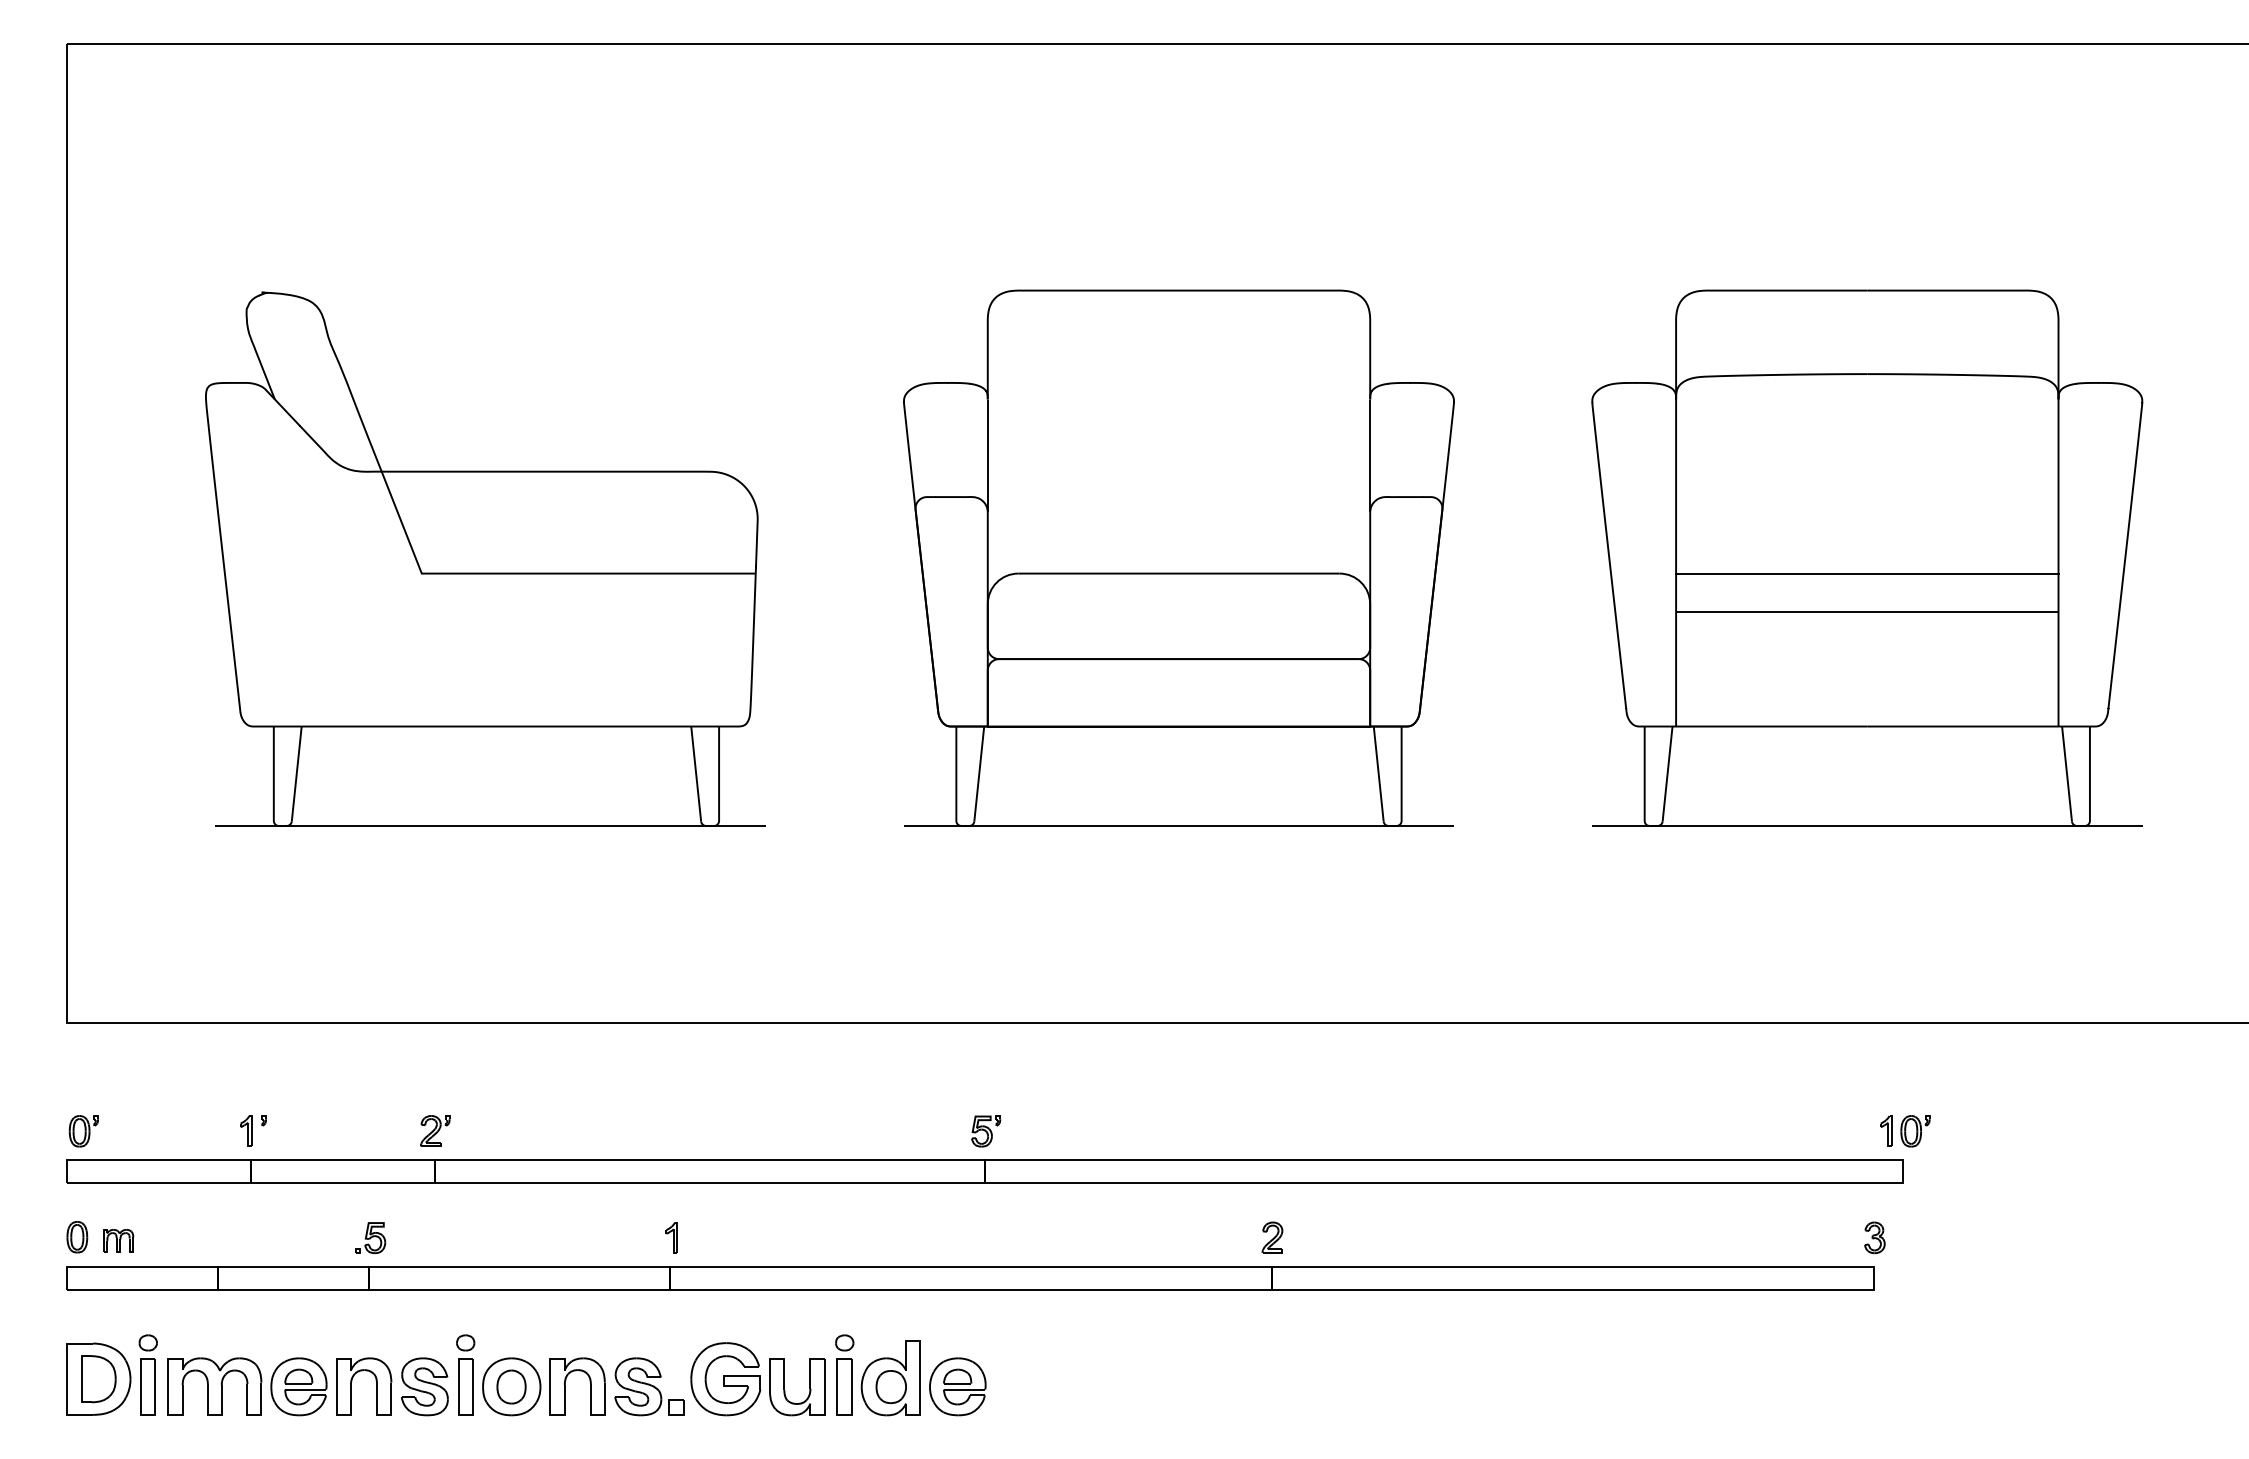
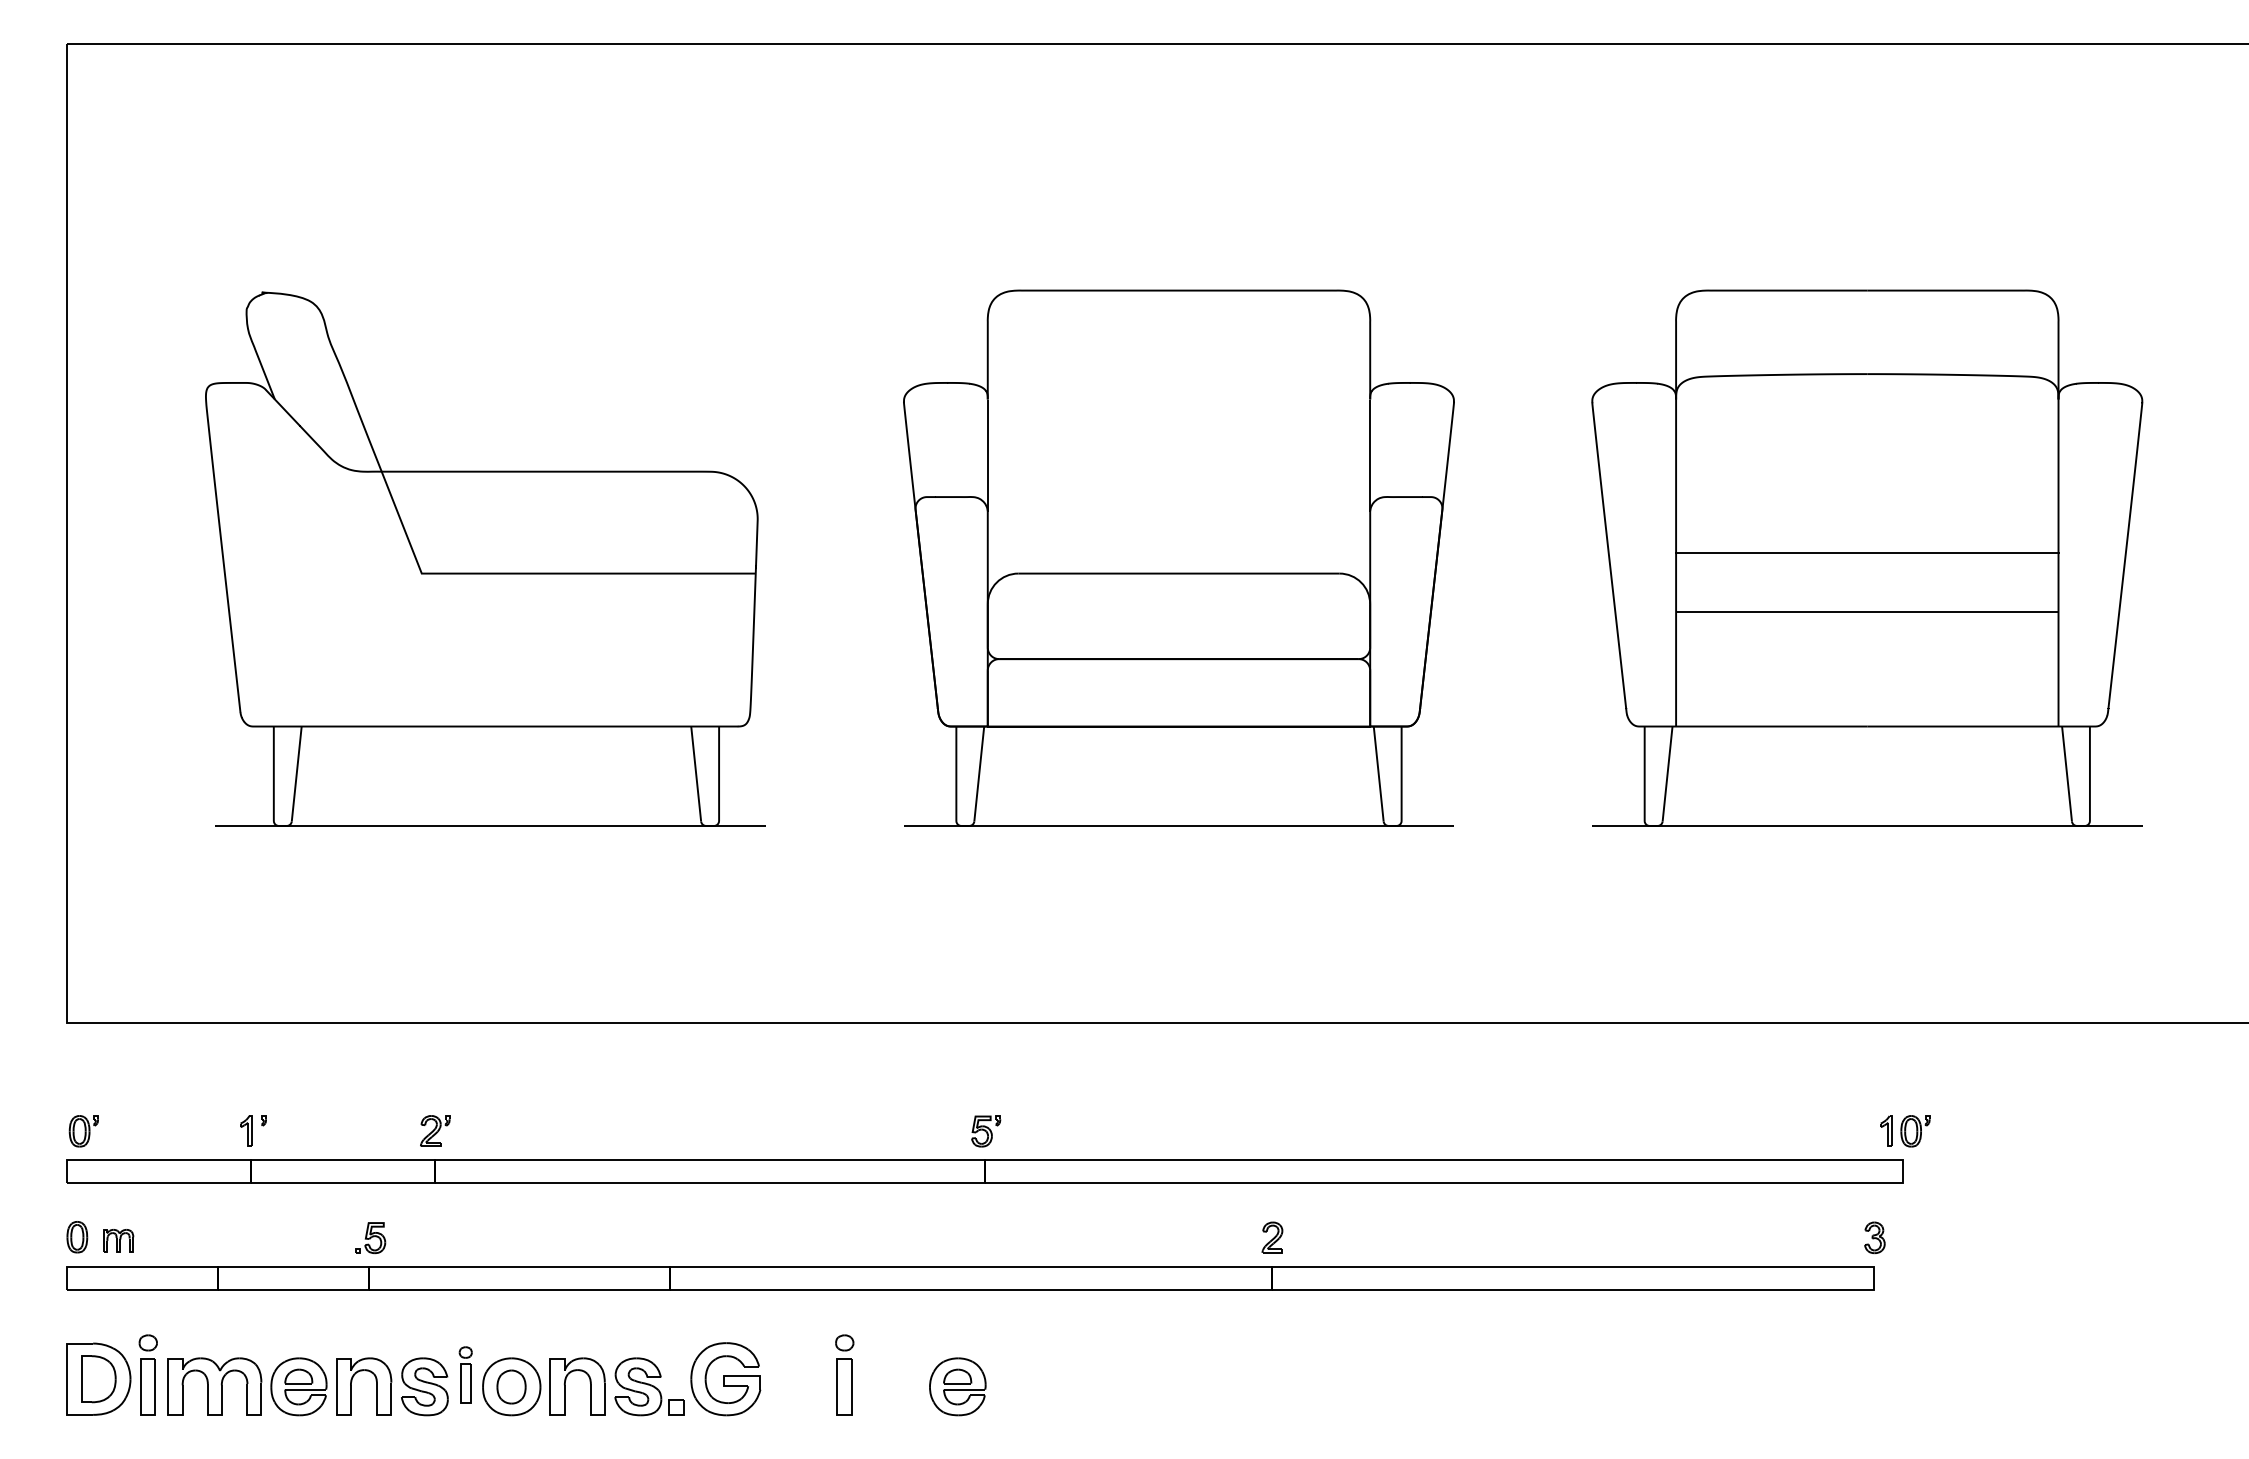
line at (1867, 573) position: (1867, 573) -> (1867, 552)
part at (671, 1237): present -> none
part at (465, 1374) size: 20x82 px -> 15x58 px
part at (890, 1378): present -> none
part at (809, 1387): present -> none
